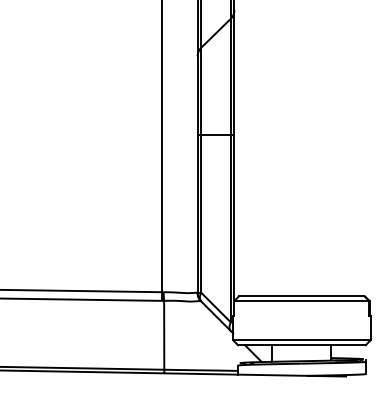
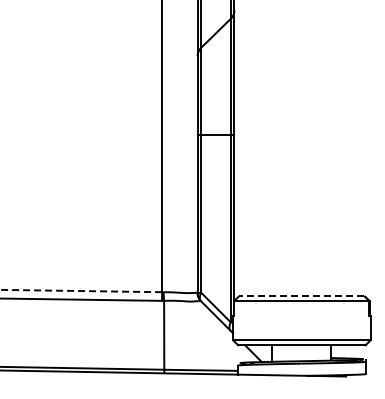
line at (81, 291): solid -> dashed
line at (301, 296): solid -> dashed
